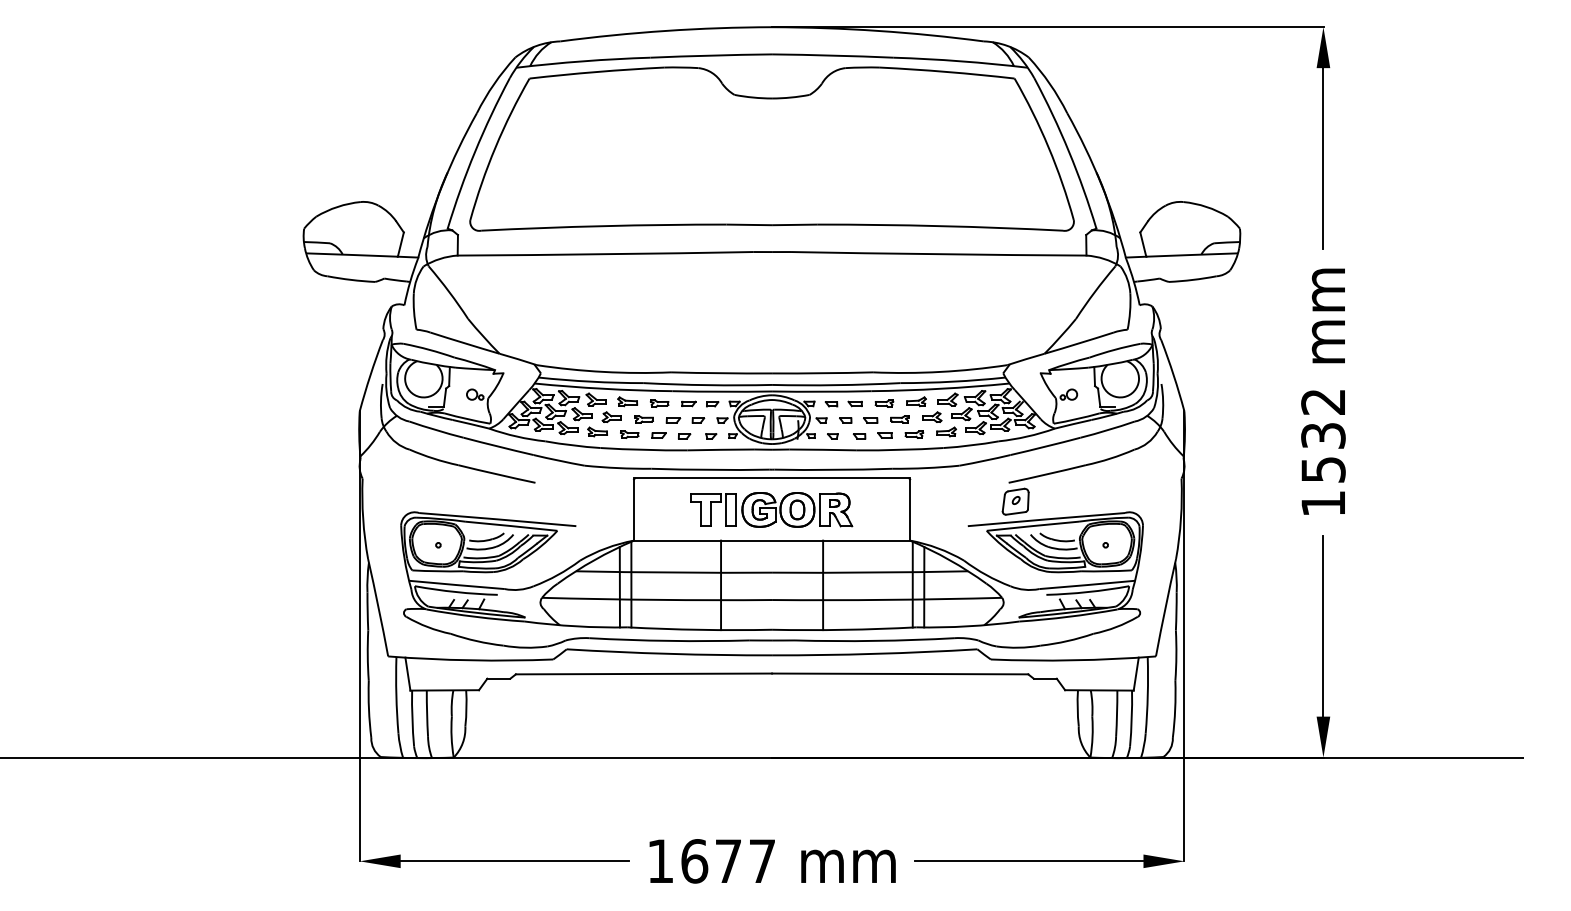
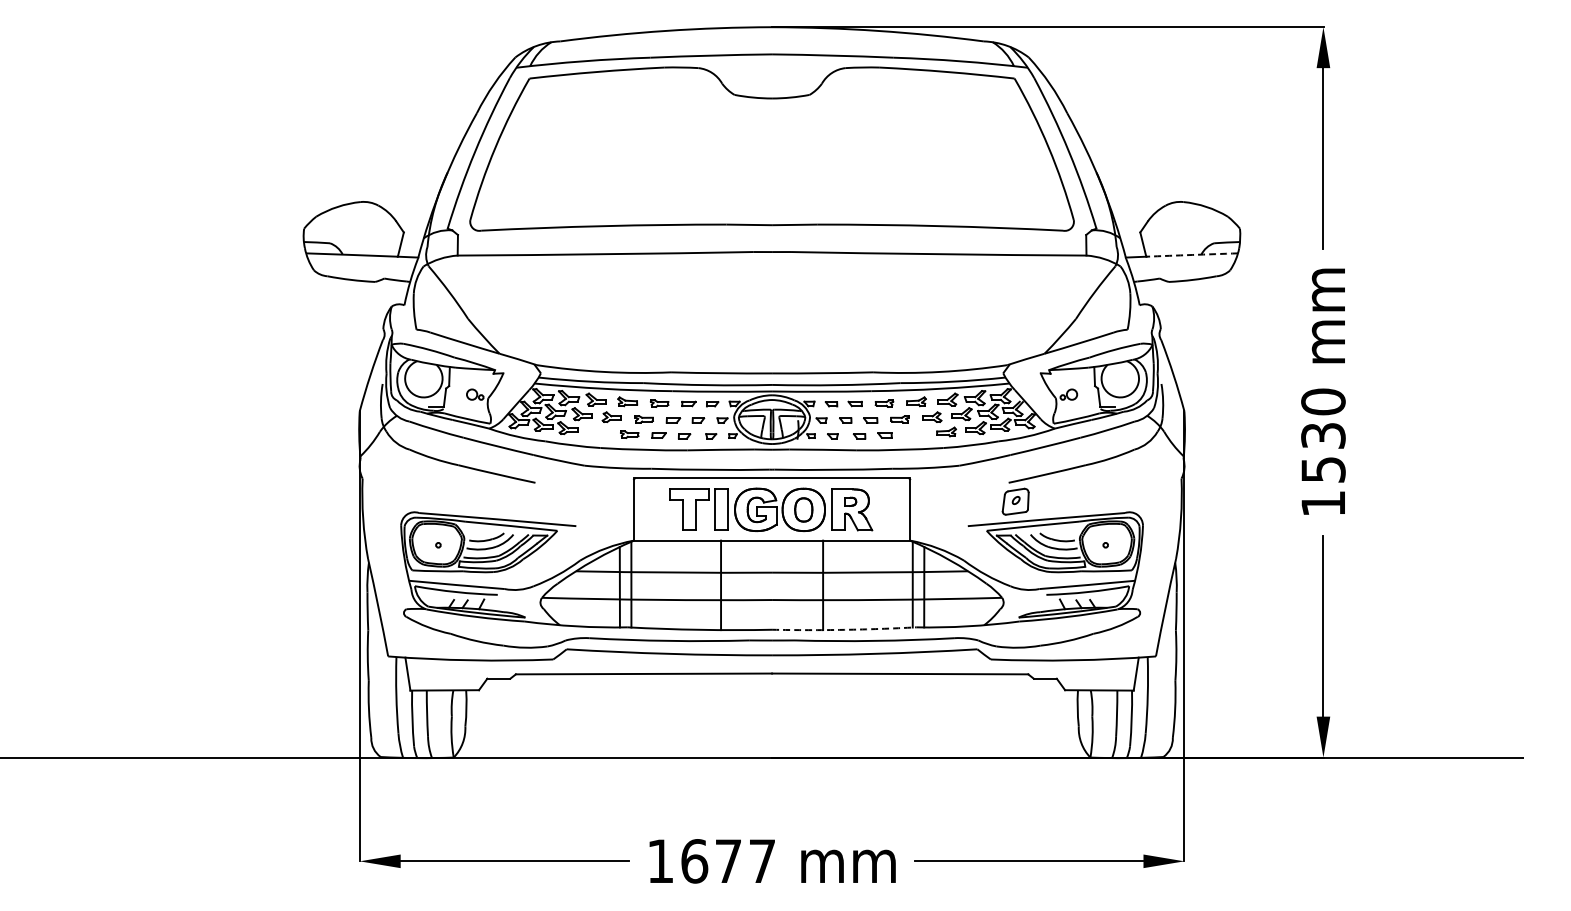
arc at (1192, 254): solid -> dashed
text at (1323, 401): 1532 -> 1530
part at (597, 431): present -> none
part at (914, 434): present -> none
part at (771, 509) size: 164x36 px -> 205x46 px
arc at (844, 629): solid -> dashed
